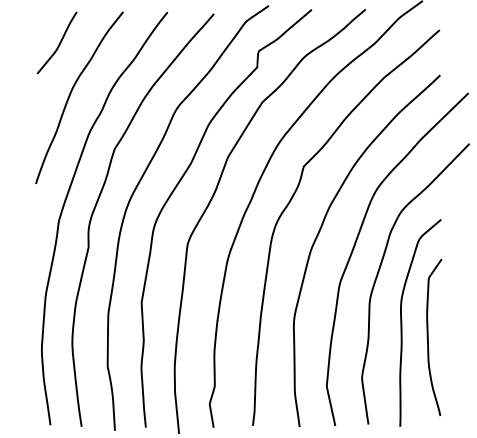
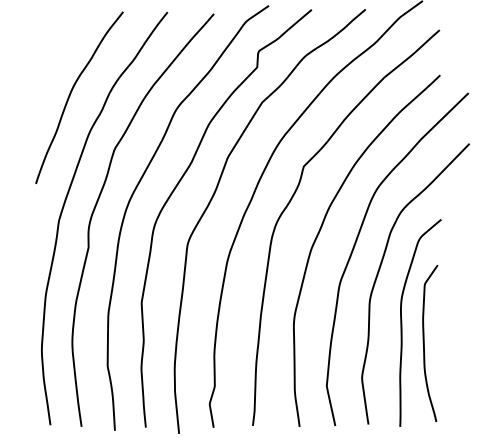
curve at (58, 44): present -> none
curve at (428, 336) position: (428, 336) -> (424, 342)
